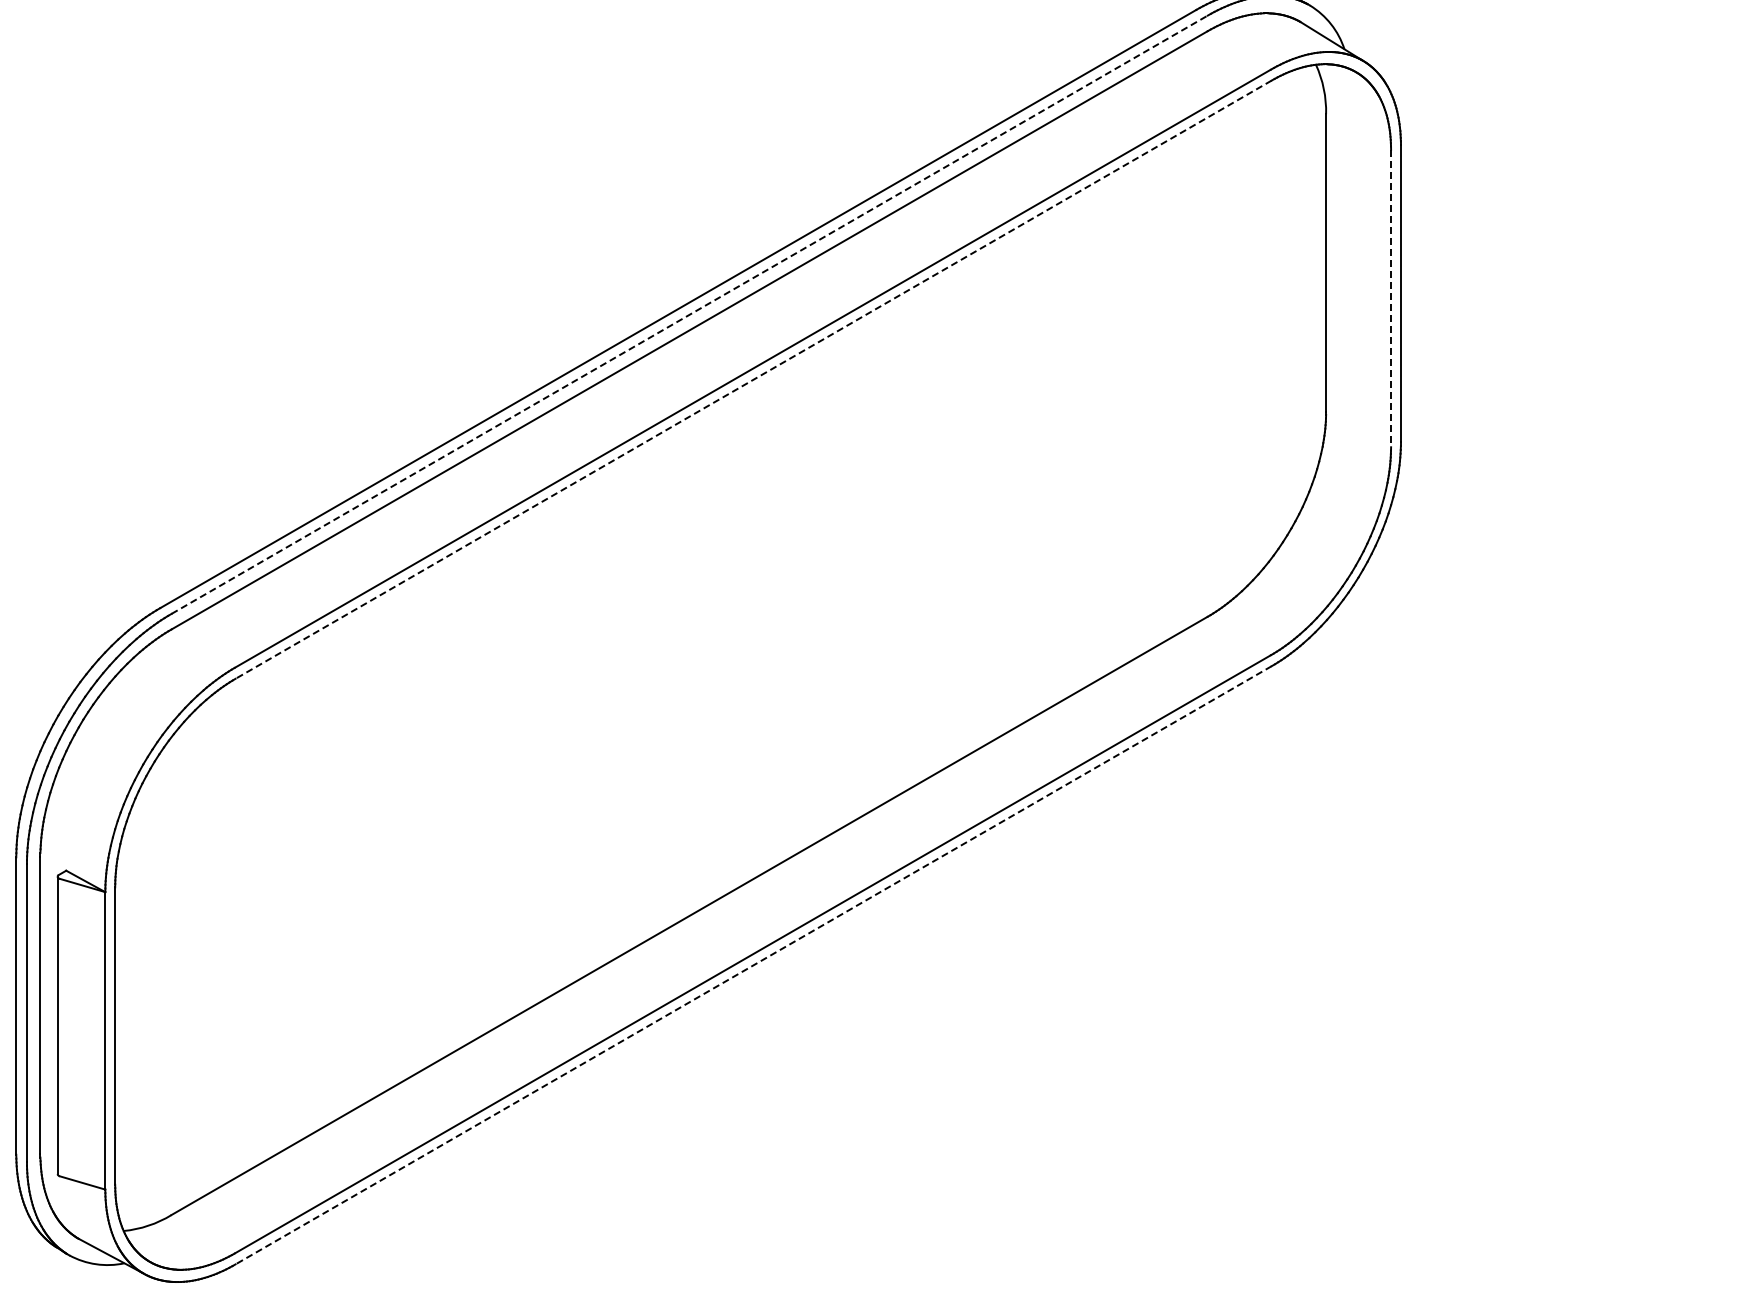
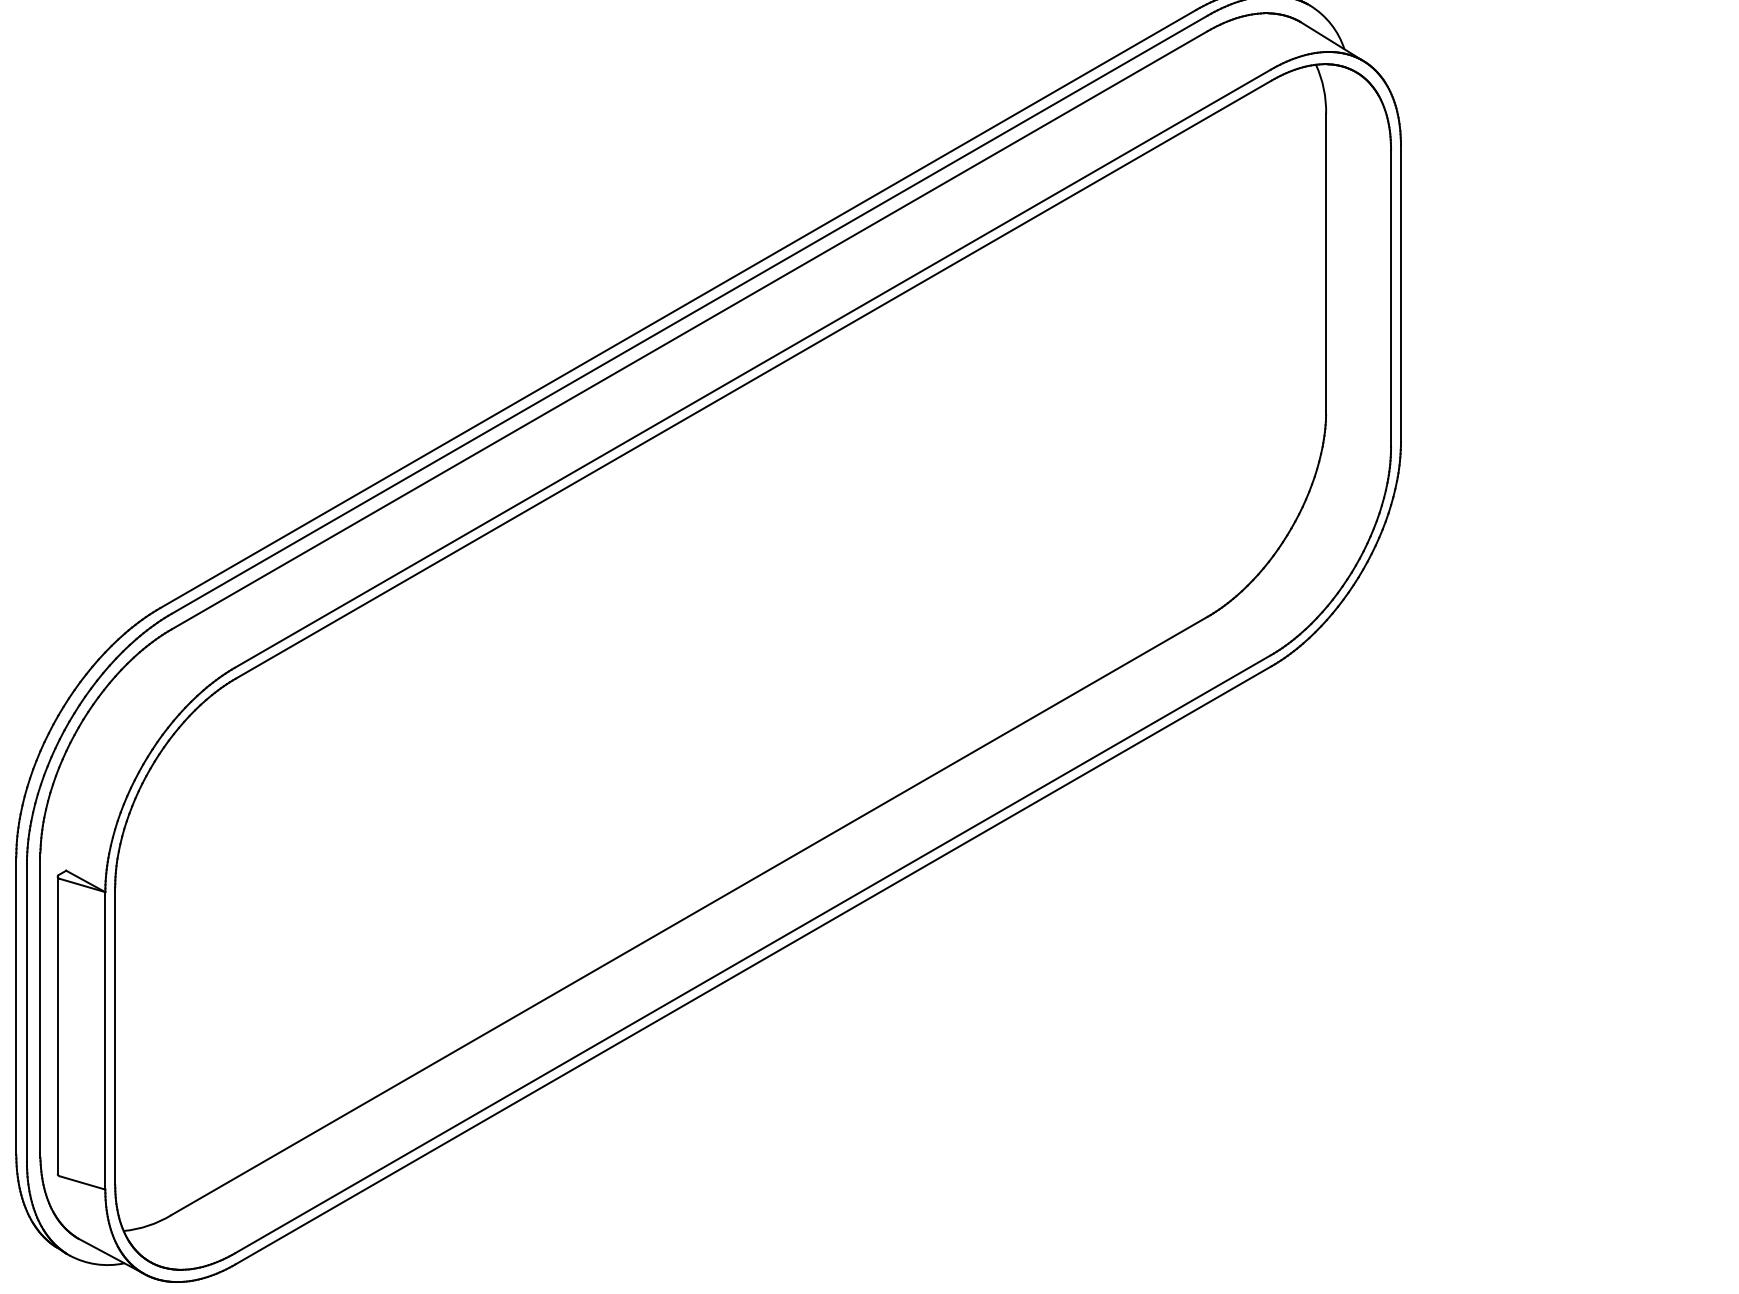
line at (1391, 298): dashed -> solid
line at (690, 314): dashed -> solid
line at (753, 379): dashed -> solid
line at (753, 965): dashed -> solid
